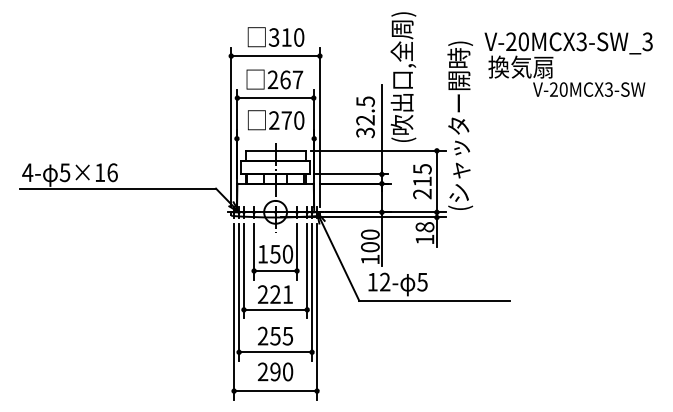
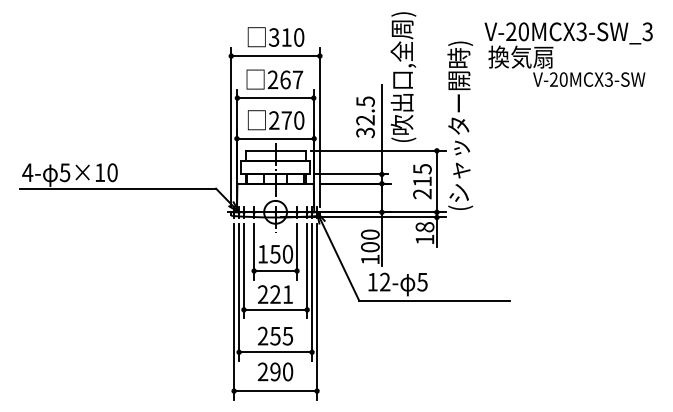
text at (568, 64) position: (568, 64) -> (568, 54)
line at (275, 138): none -> present
text at (112, 172): 5×16 -> 5×10
